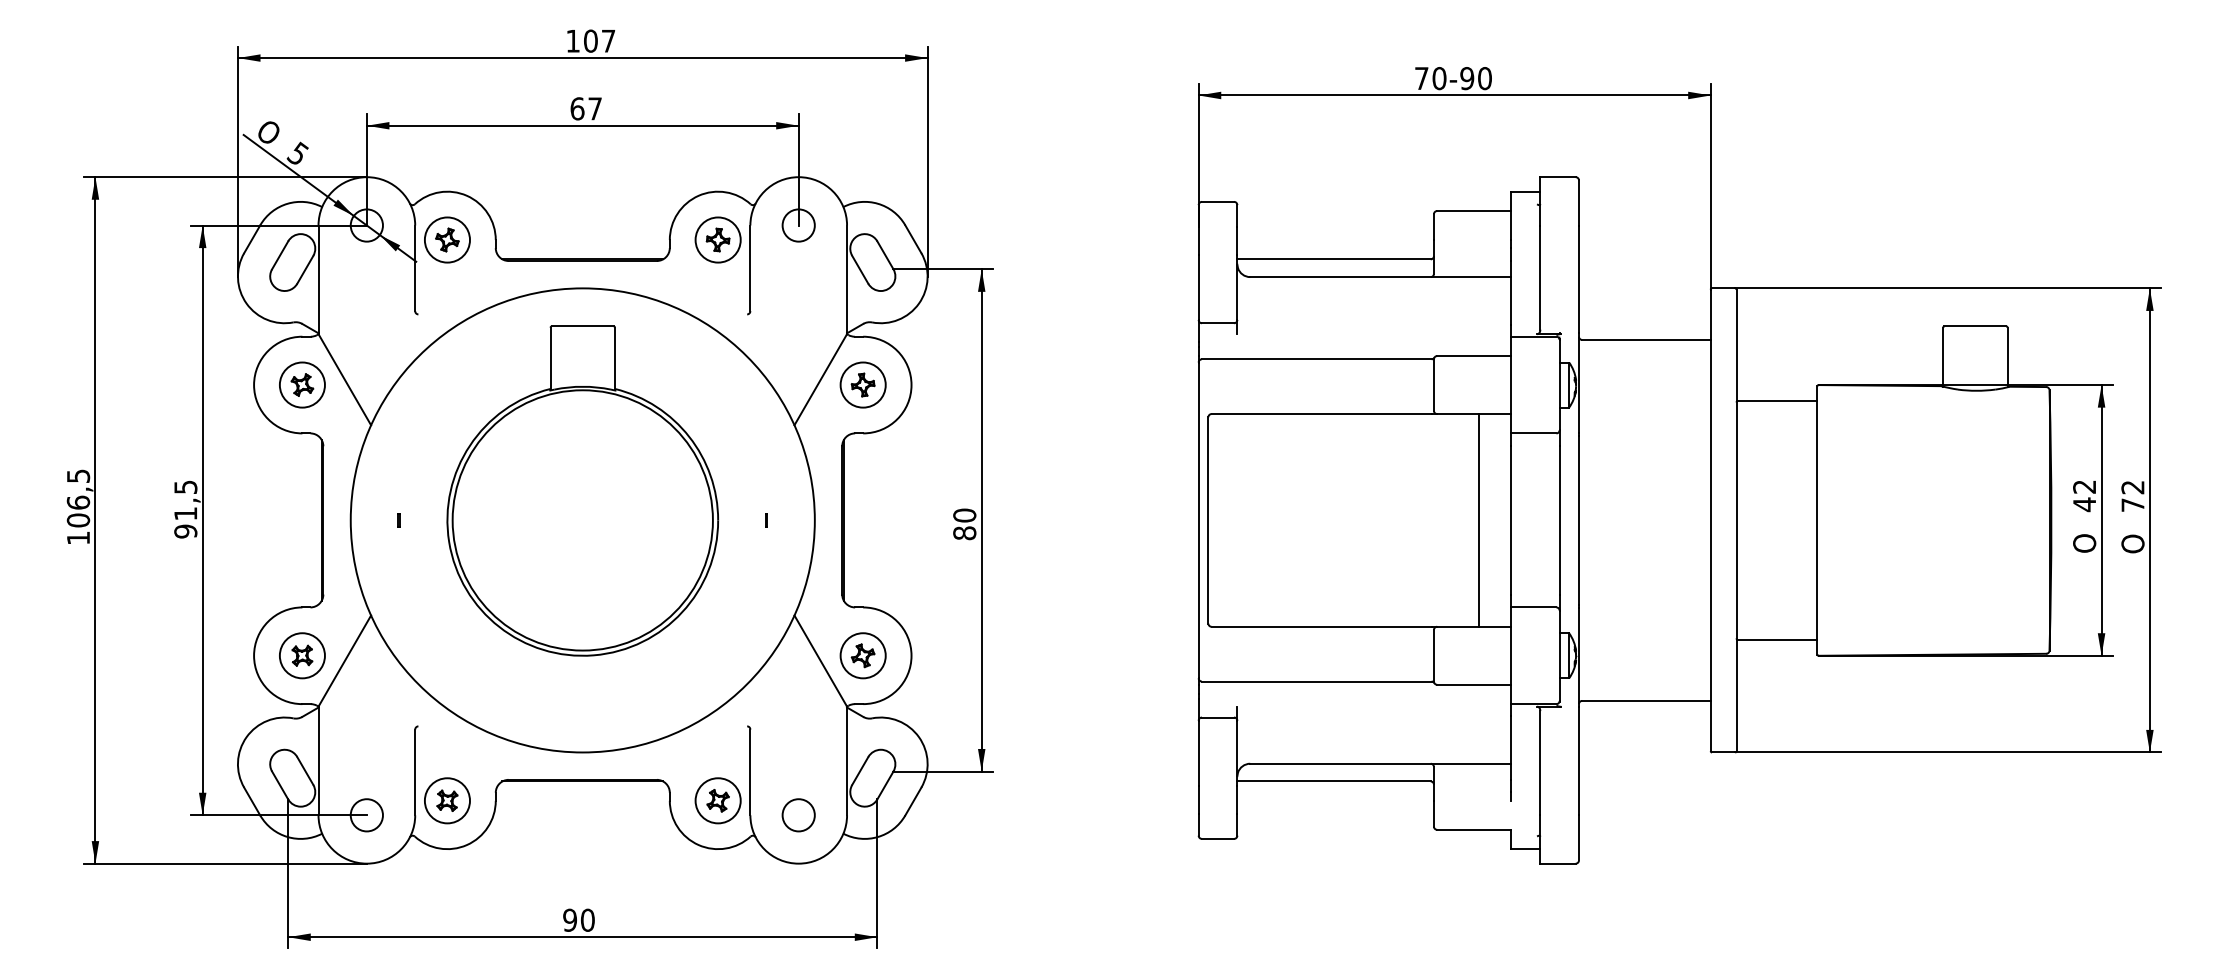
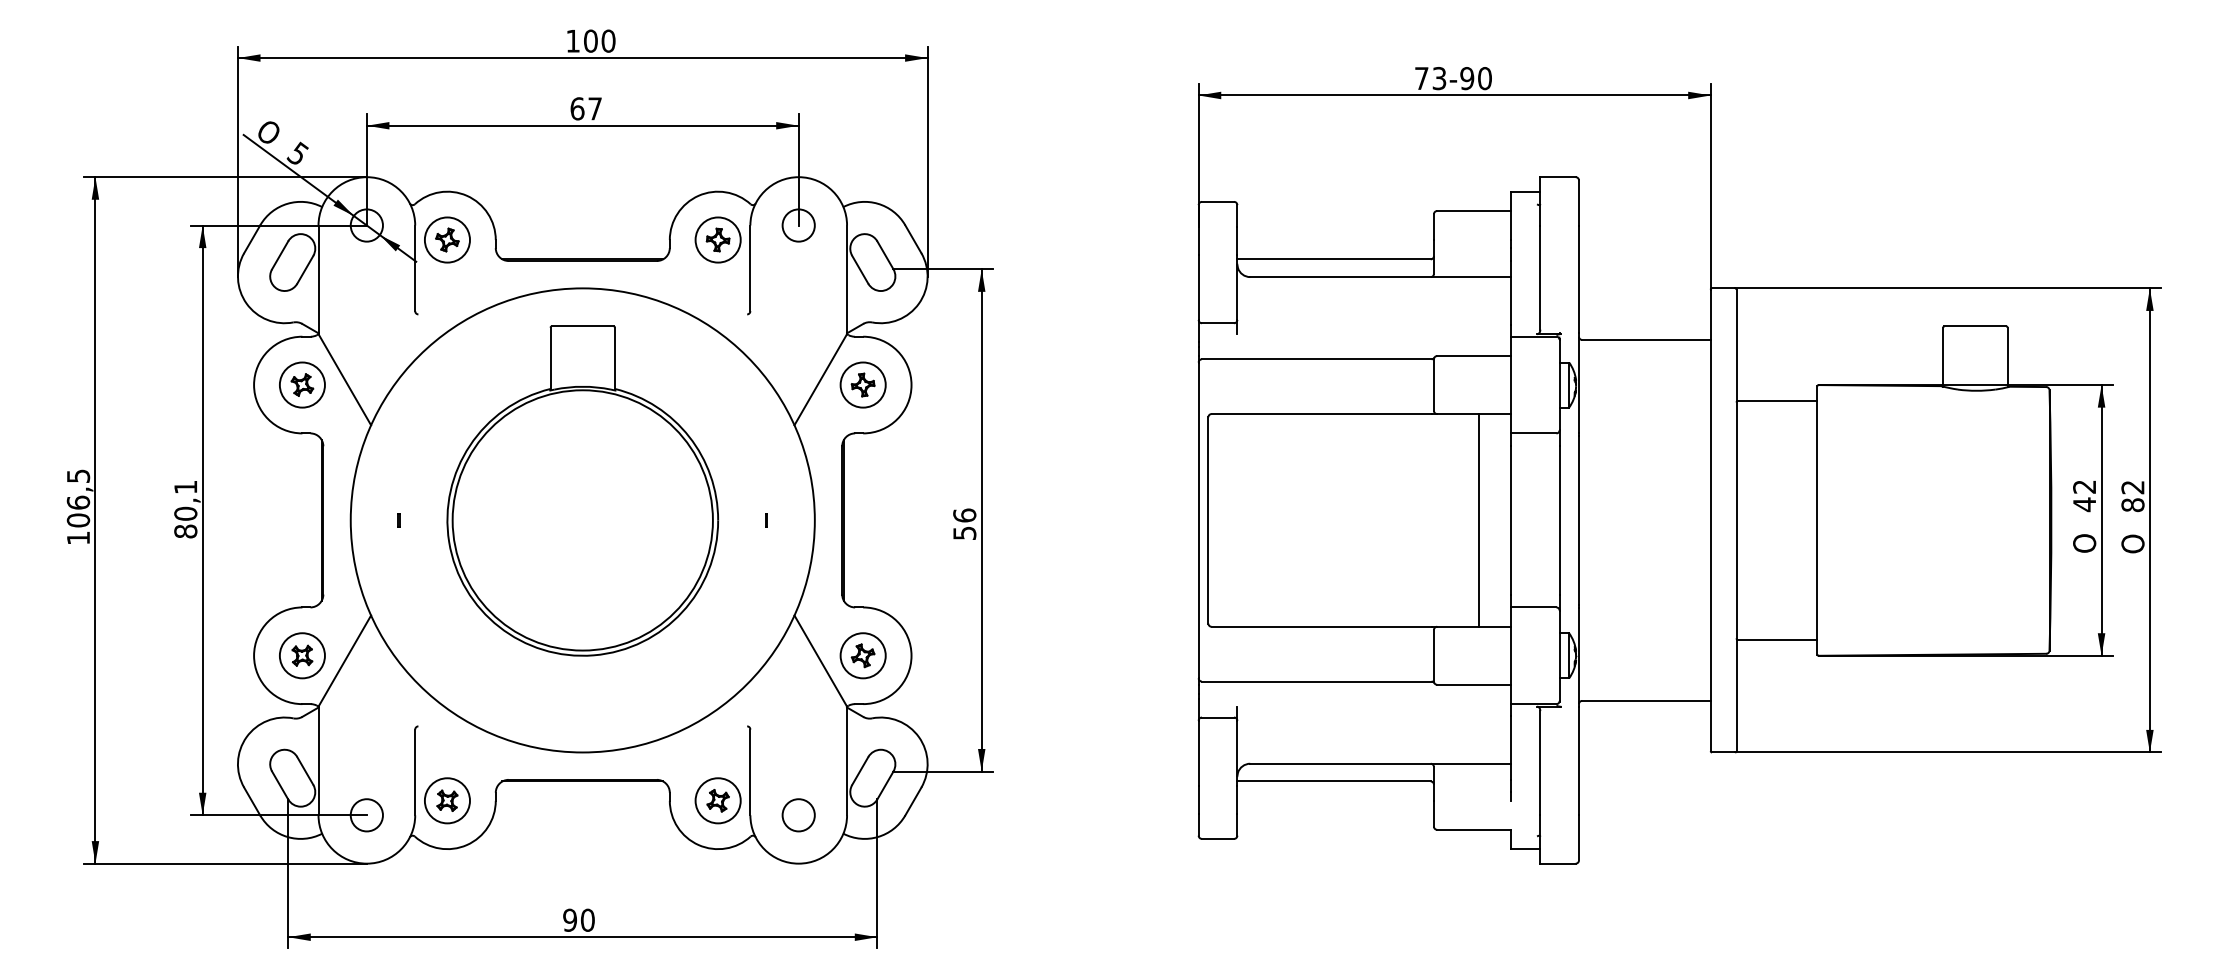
text at (608, 40): 107 -> 100
text at (1439, 78): 70-90 -> 73-90
text at (2132, 505): 72 -> 82
text at (185, 509): 91,5 -> 80,1
text at (964, 524): 80 -> 56
